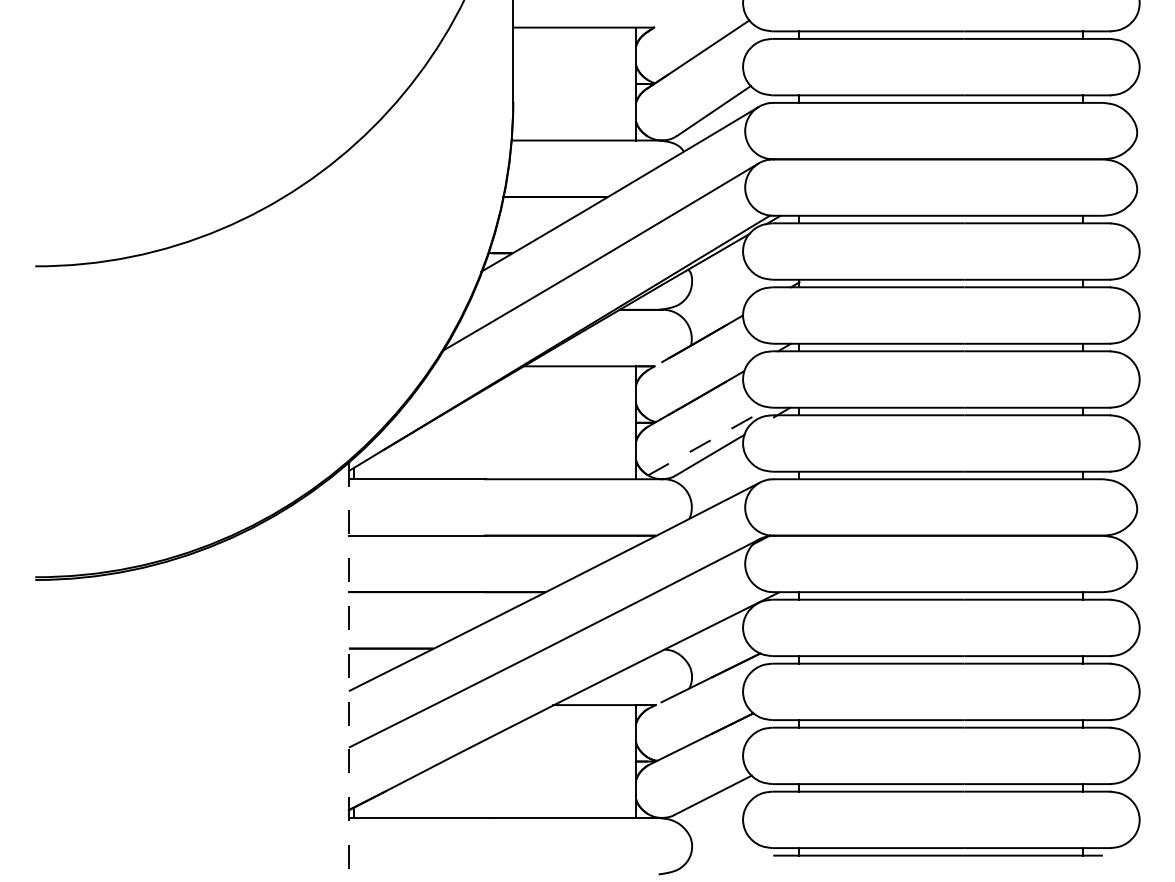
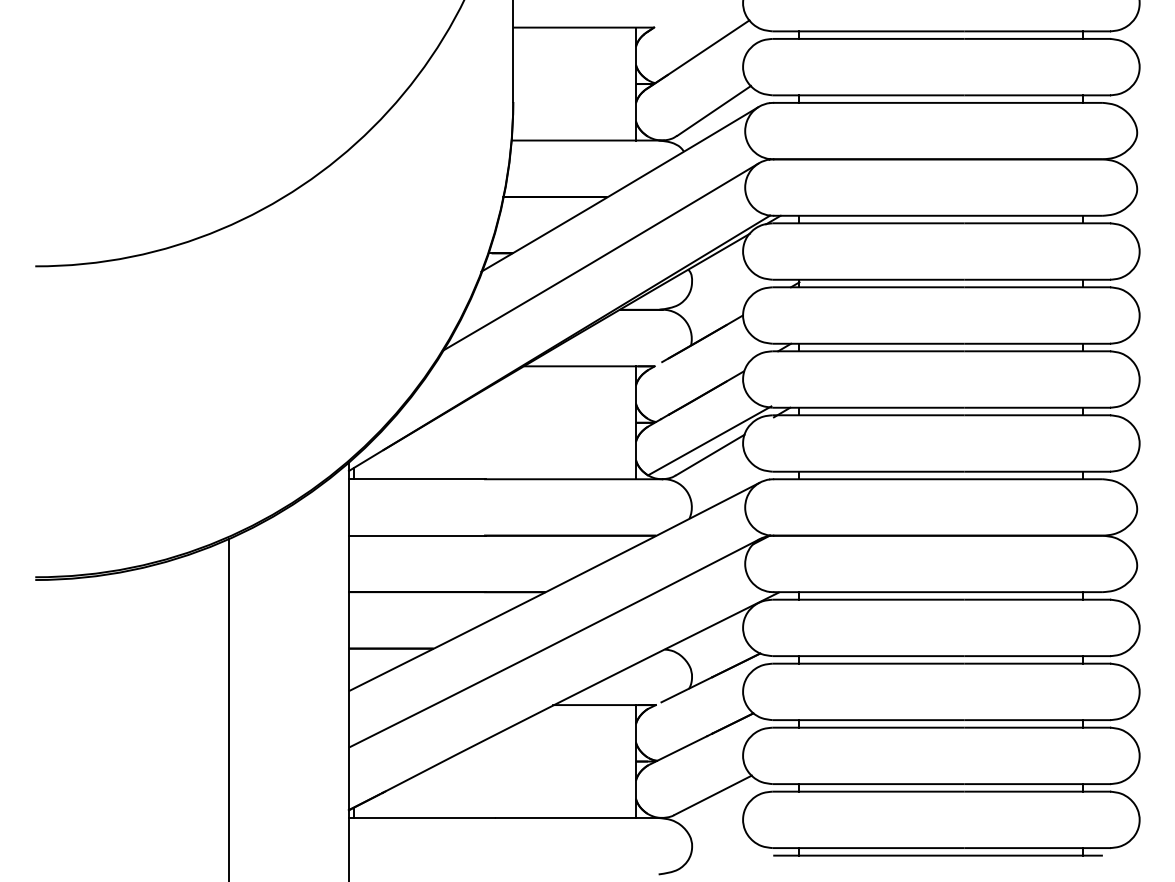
line at (709, 440): dashed -> solid
line at (348, 672): dashed -> solid
line at (229, 708): none -> present
